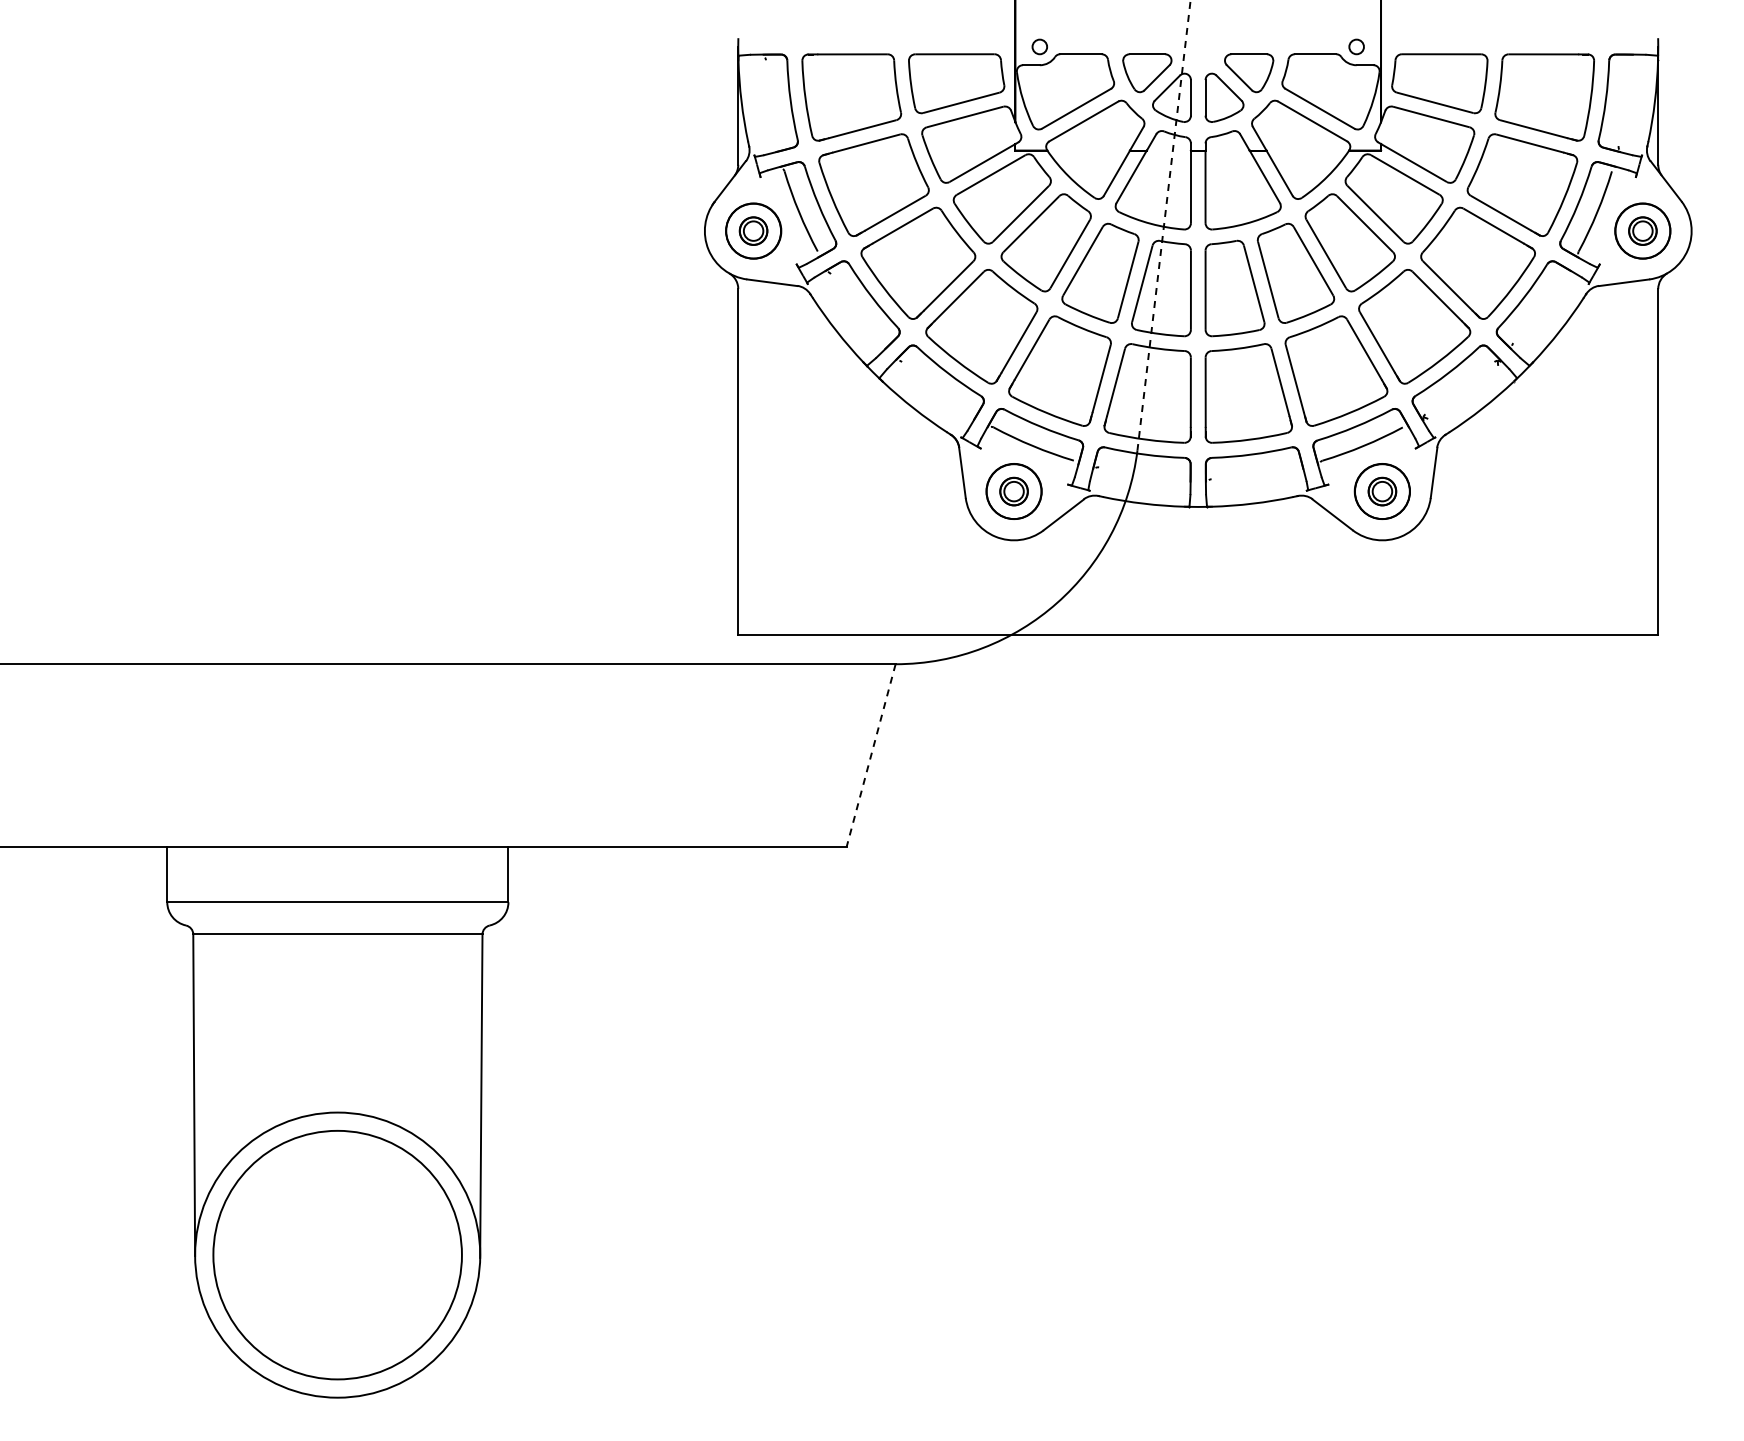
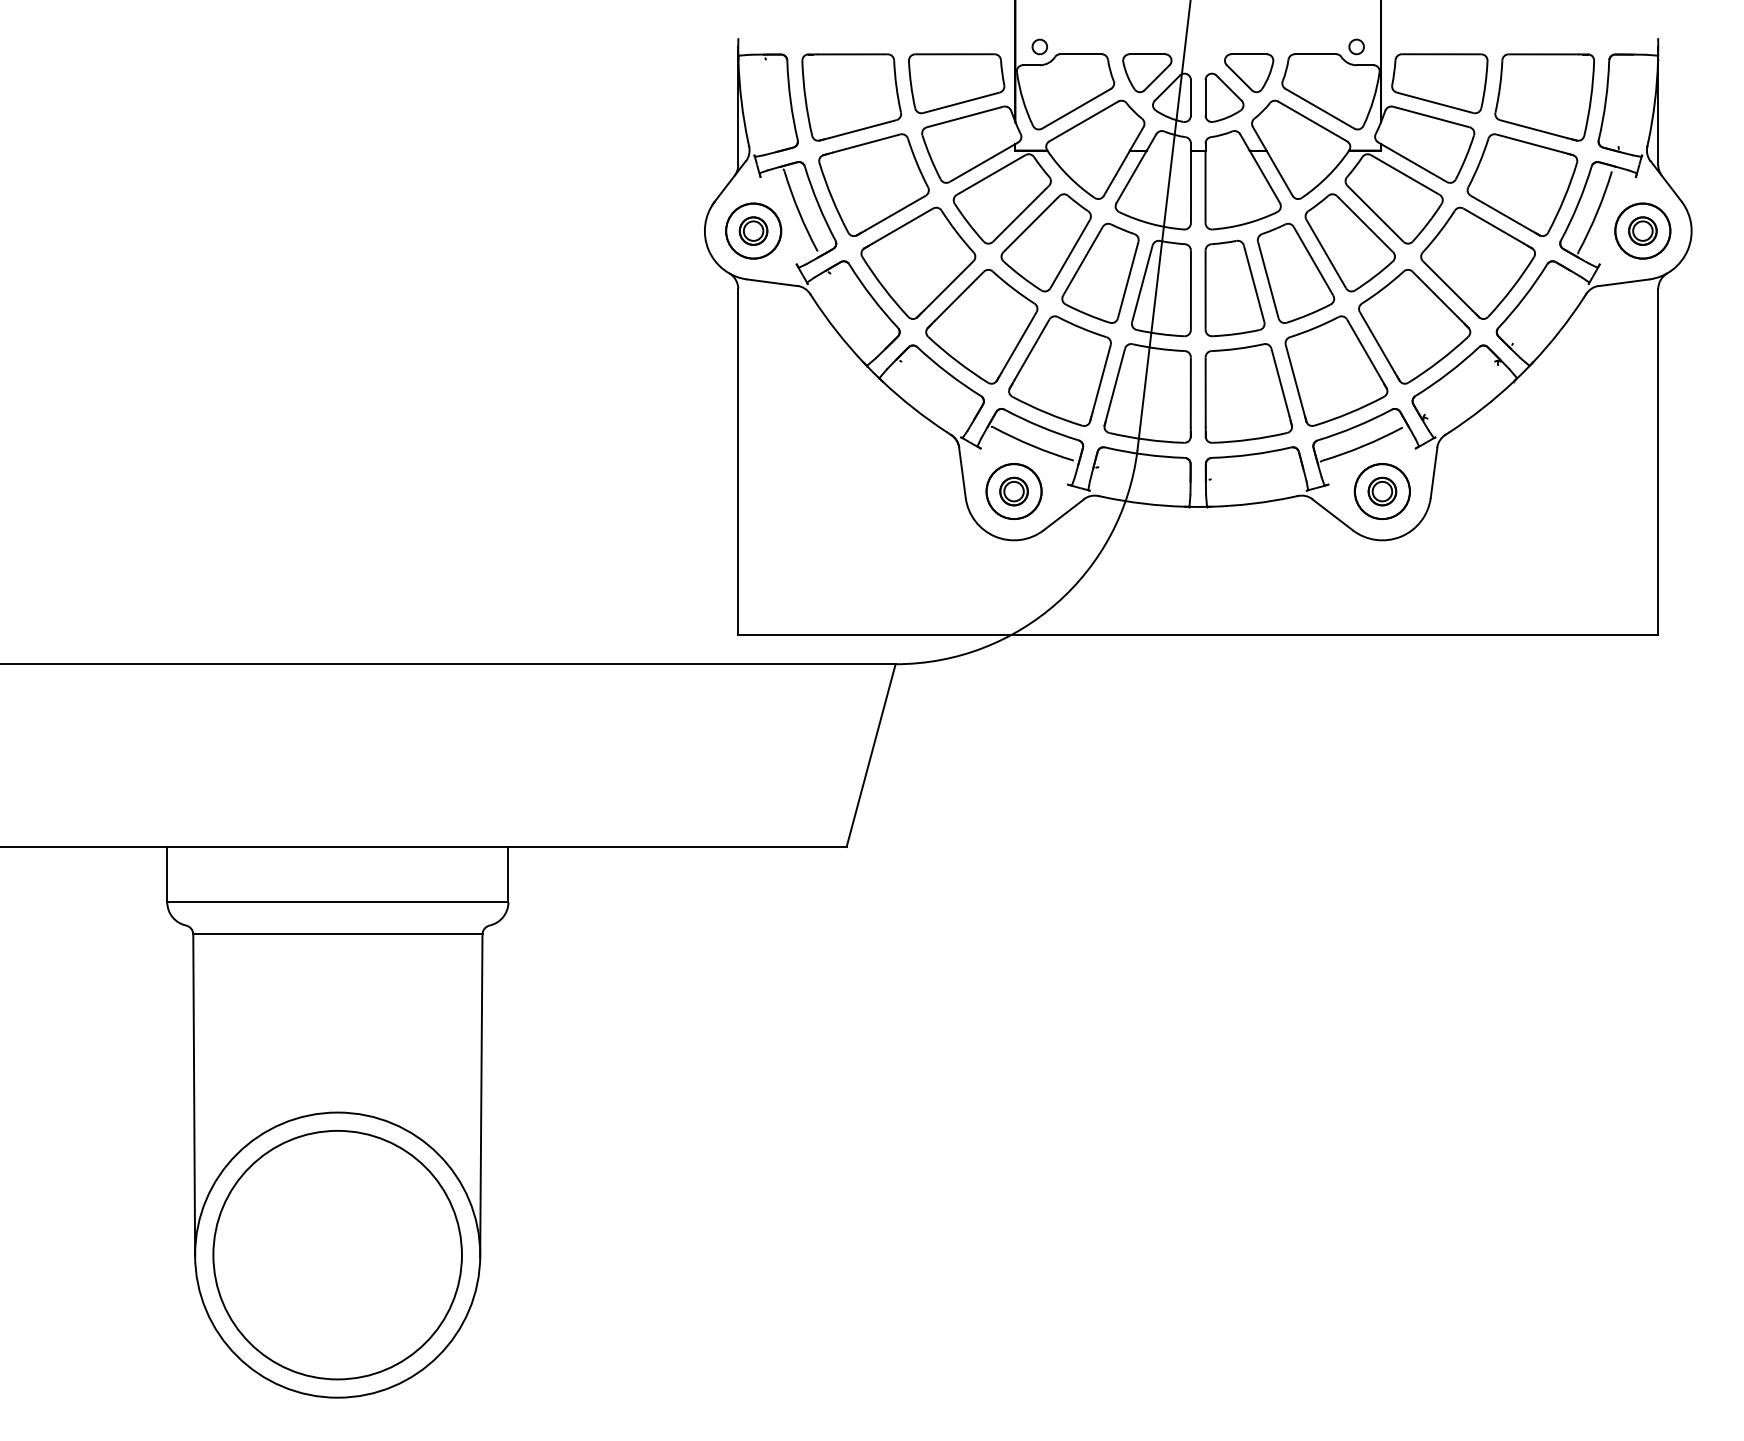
line at (1163, 225): dashed -> solid
line at (871, 755): dashed -> solid
